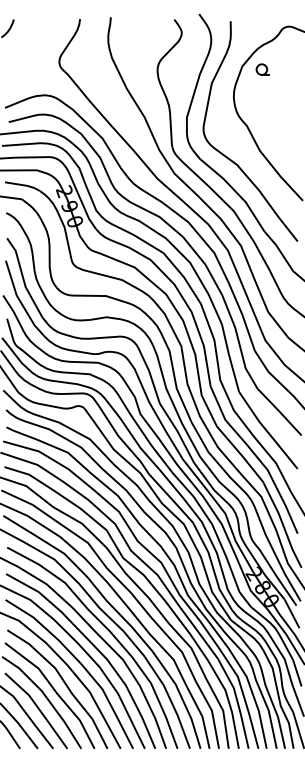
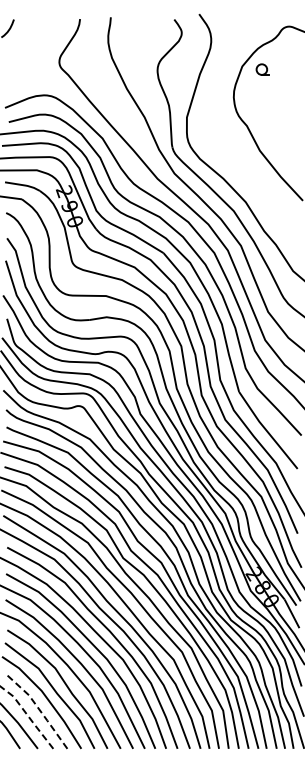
curve at (230, 158): present -> none
line at (38, 708): solid -> dashed
line at (28, 716): solid -> dashed
